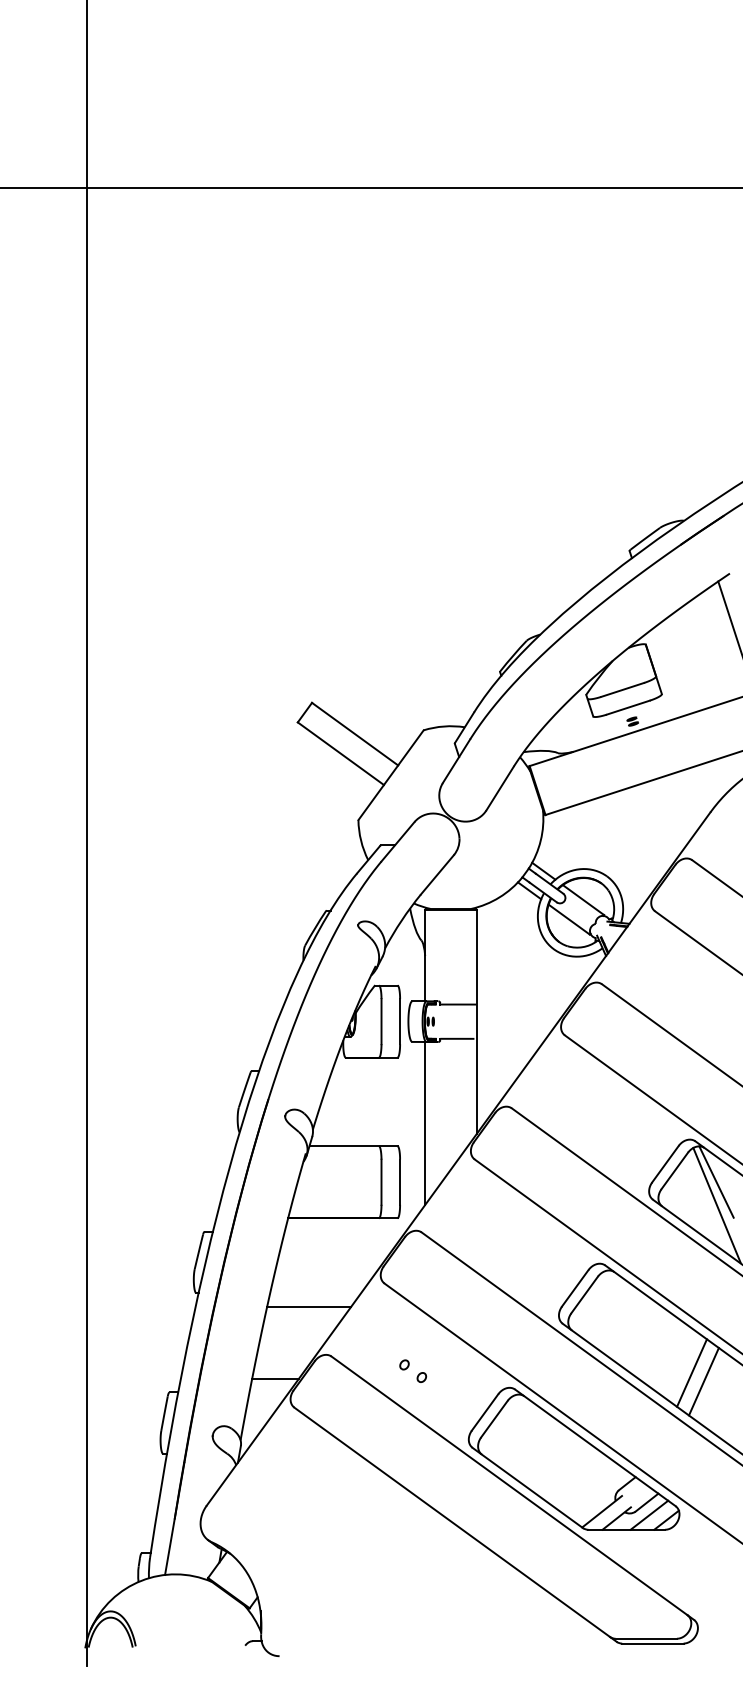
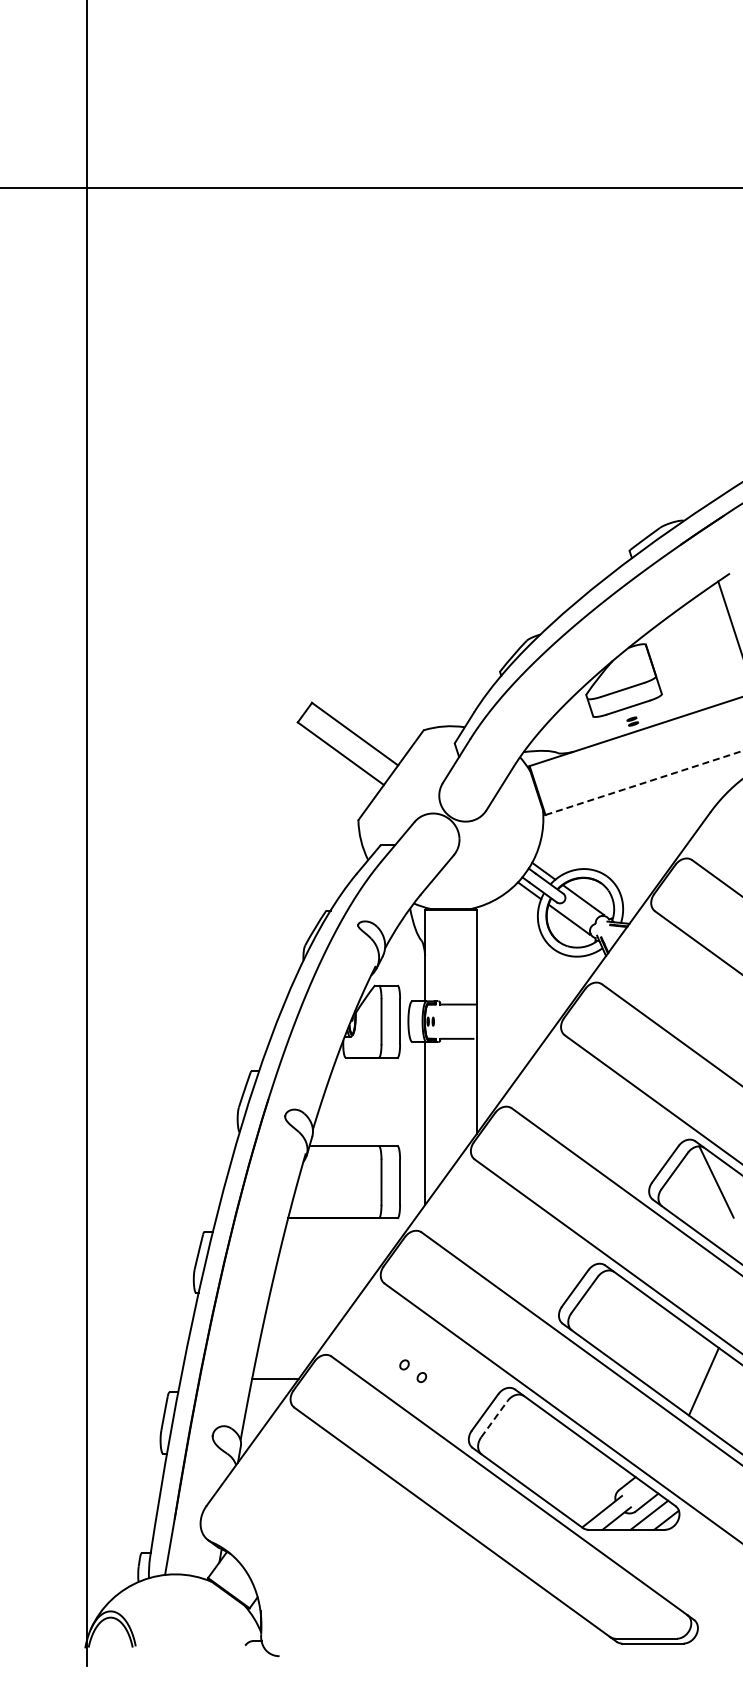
line at (644, 782): solid -> dashed
line at (716, 1204): present -> none
line at (309, 1306): present -> none
line at (691, 1372): present -> none
line at (494, 1419): solid -> dashed
